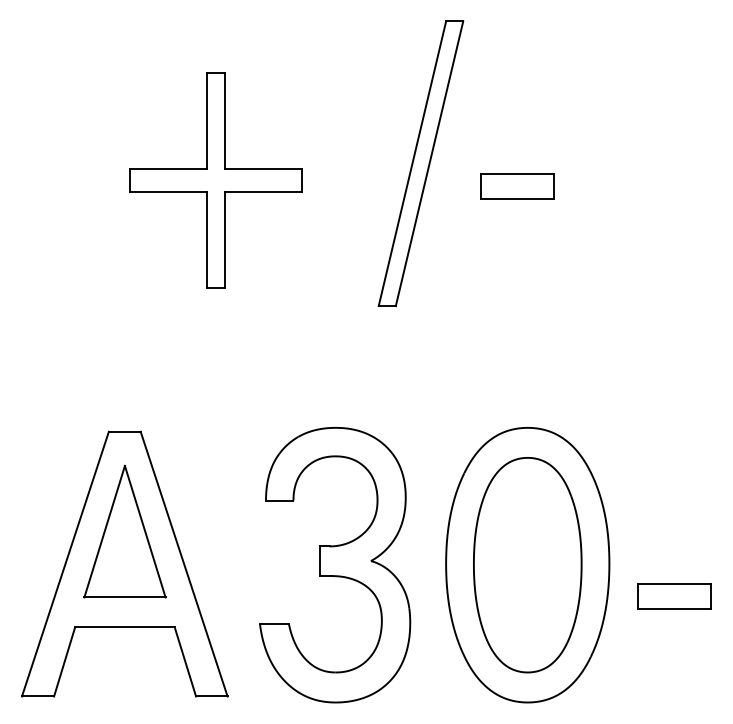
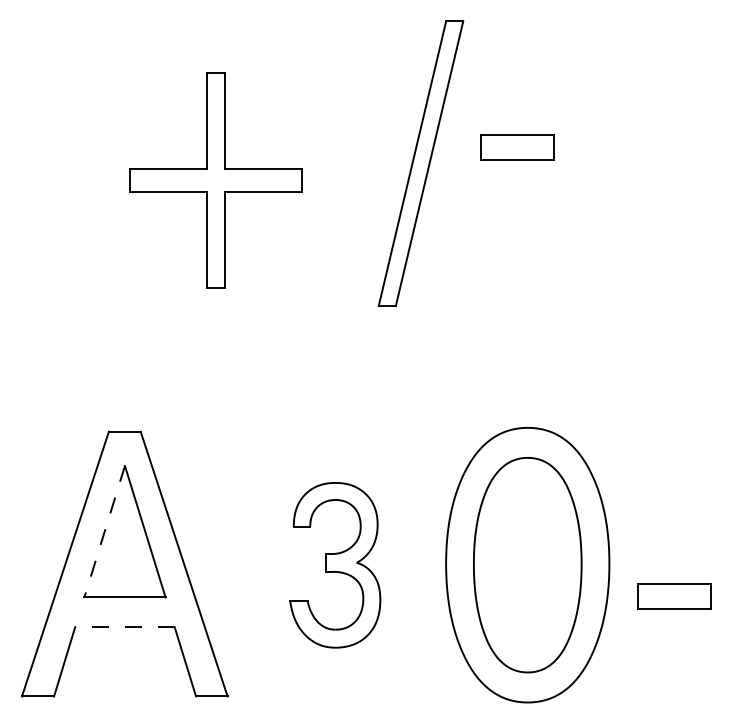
part at (517, 186) position: (517, 186) -> (517, 147)
line at (104, 531): solid -> dashed
part at (335, 565) size: 153x277 px -> 93x167 px
line at (124, 627): solid -> dashed
